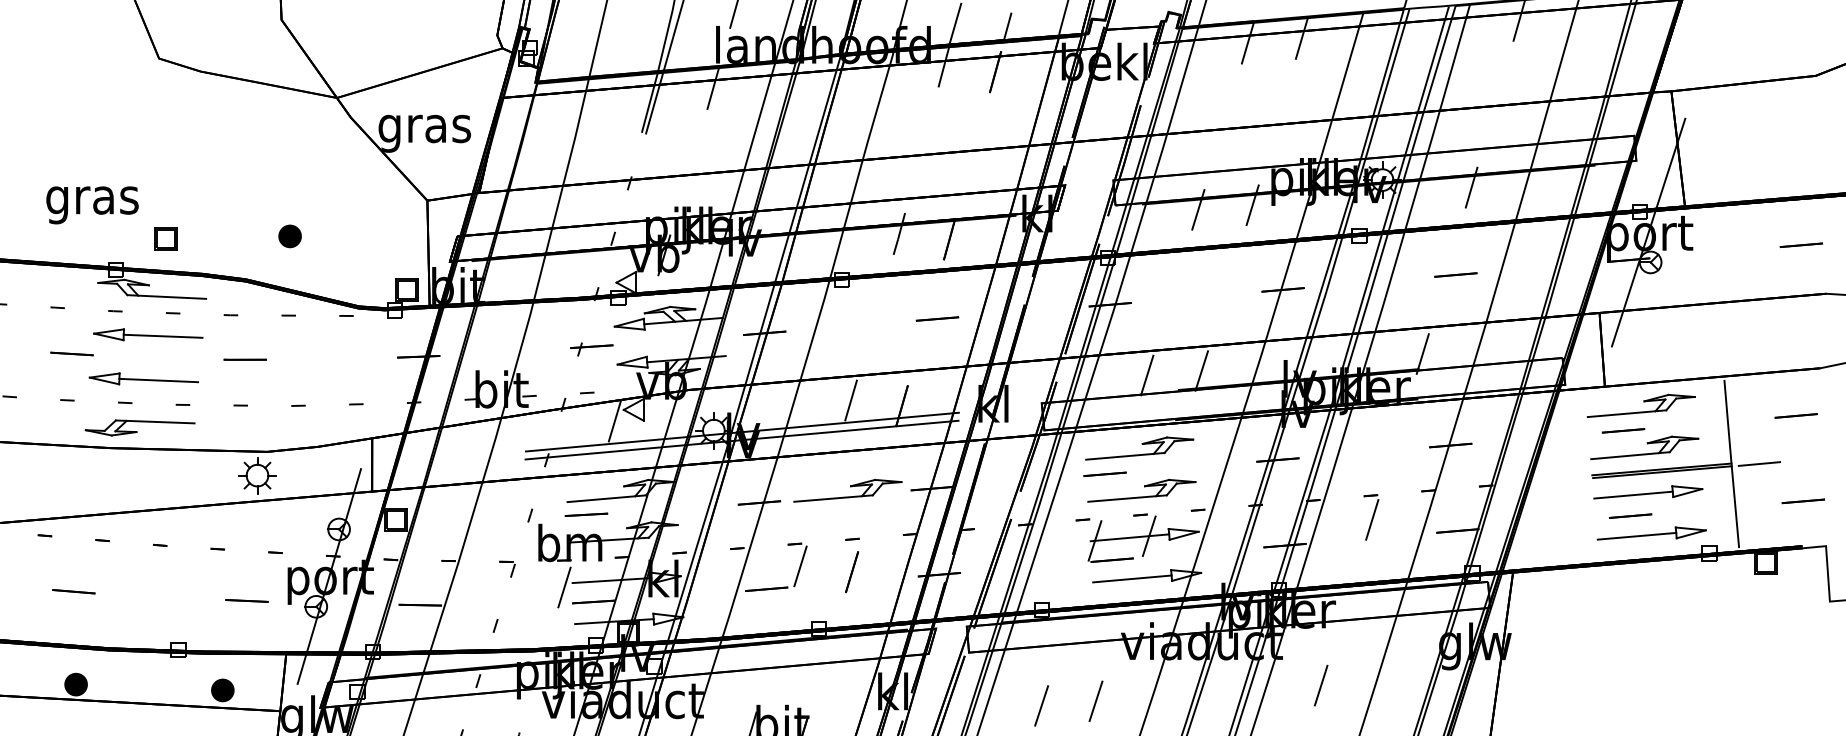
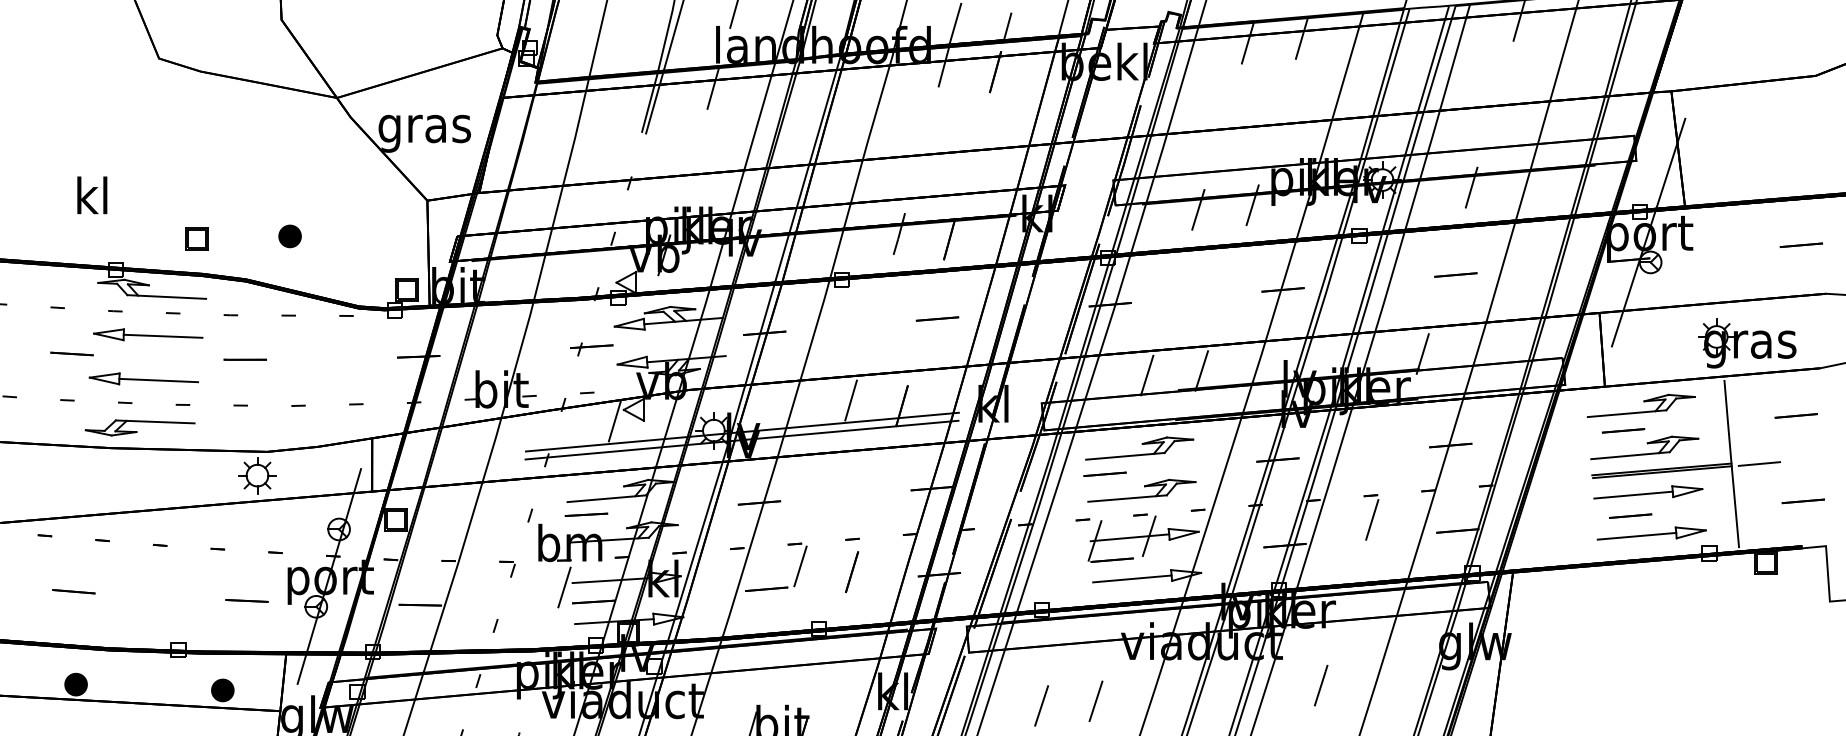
text at (92, 200): gras -> kl
part at (165, 238) position: (165, 238) -> (196, 238)
part at (1747, 343): none -> present
part at (847, 490): present -> none
